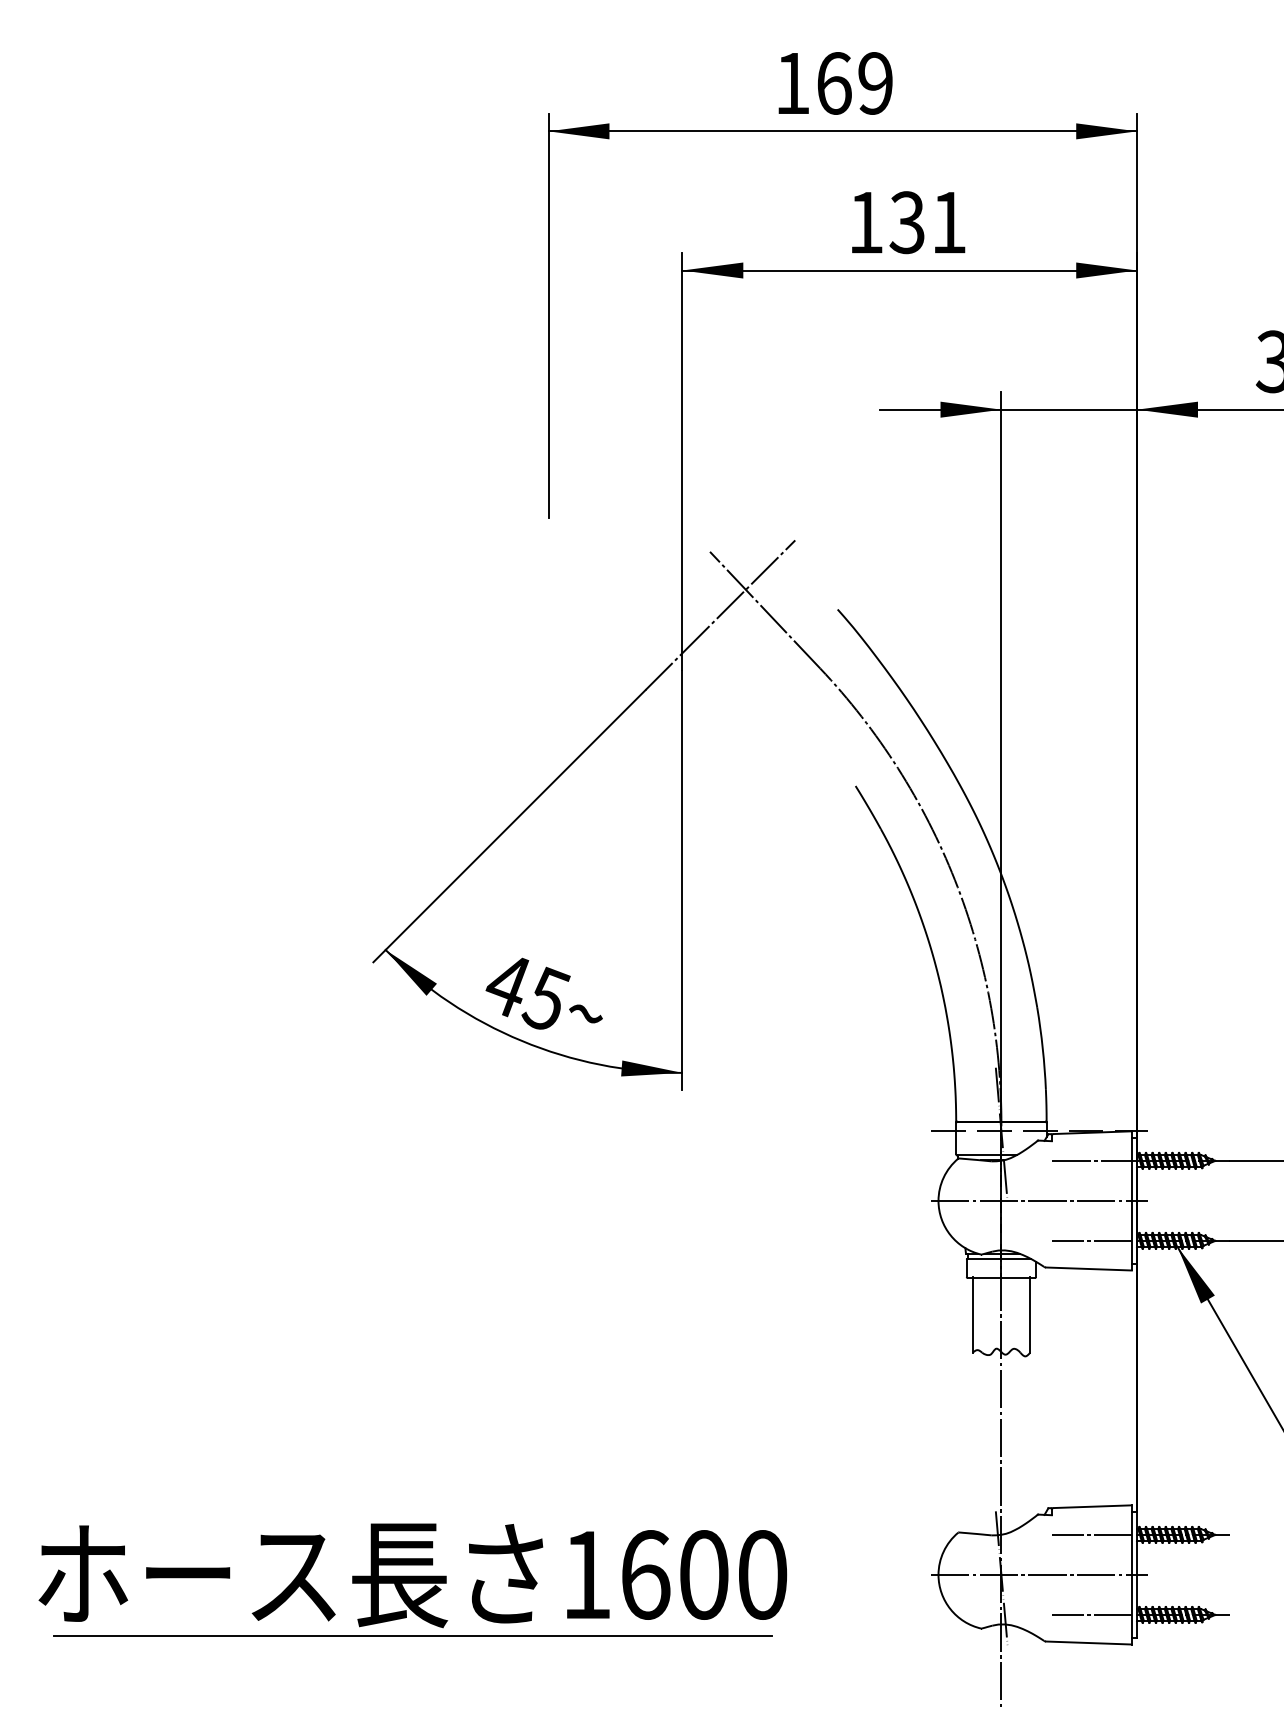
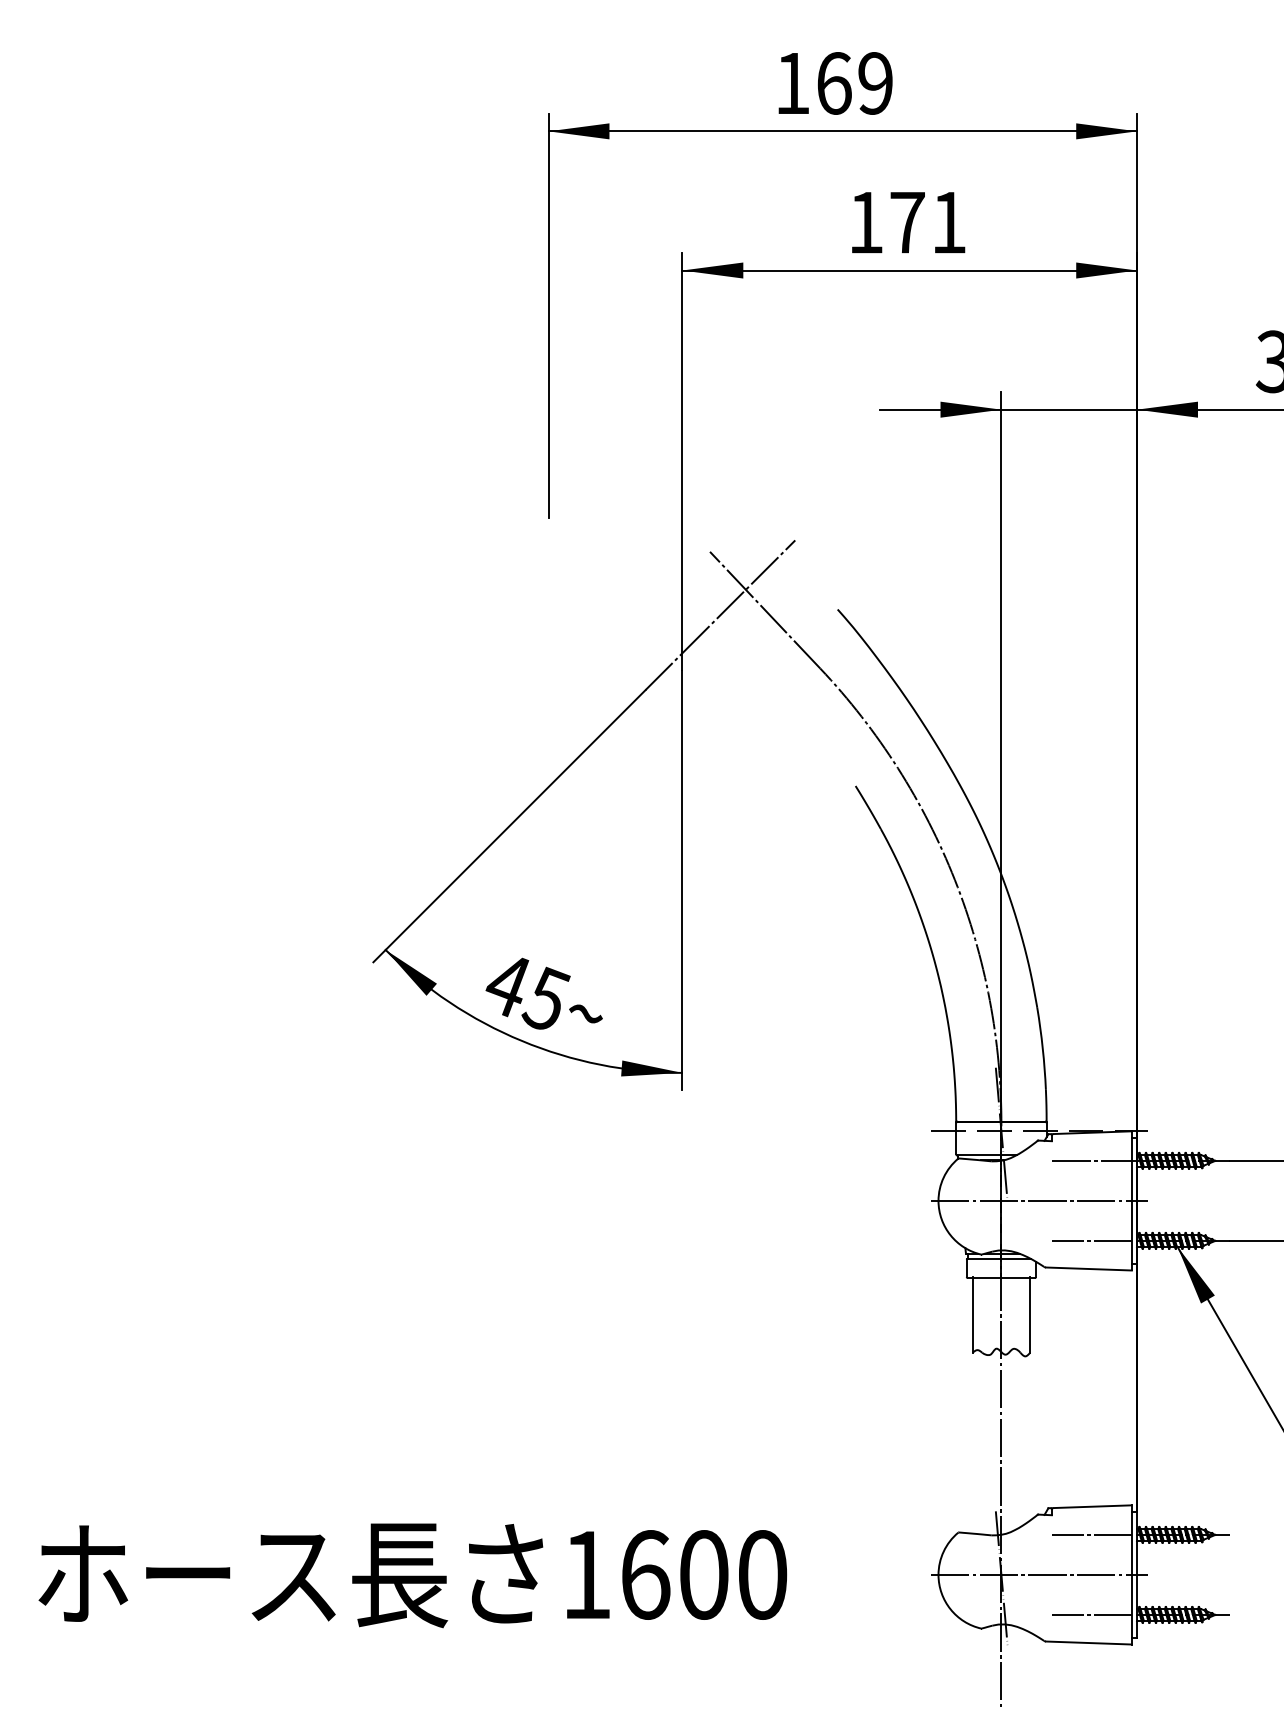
text at (906, 222): 131 -> 171
line at (412, 1635): present -> none
